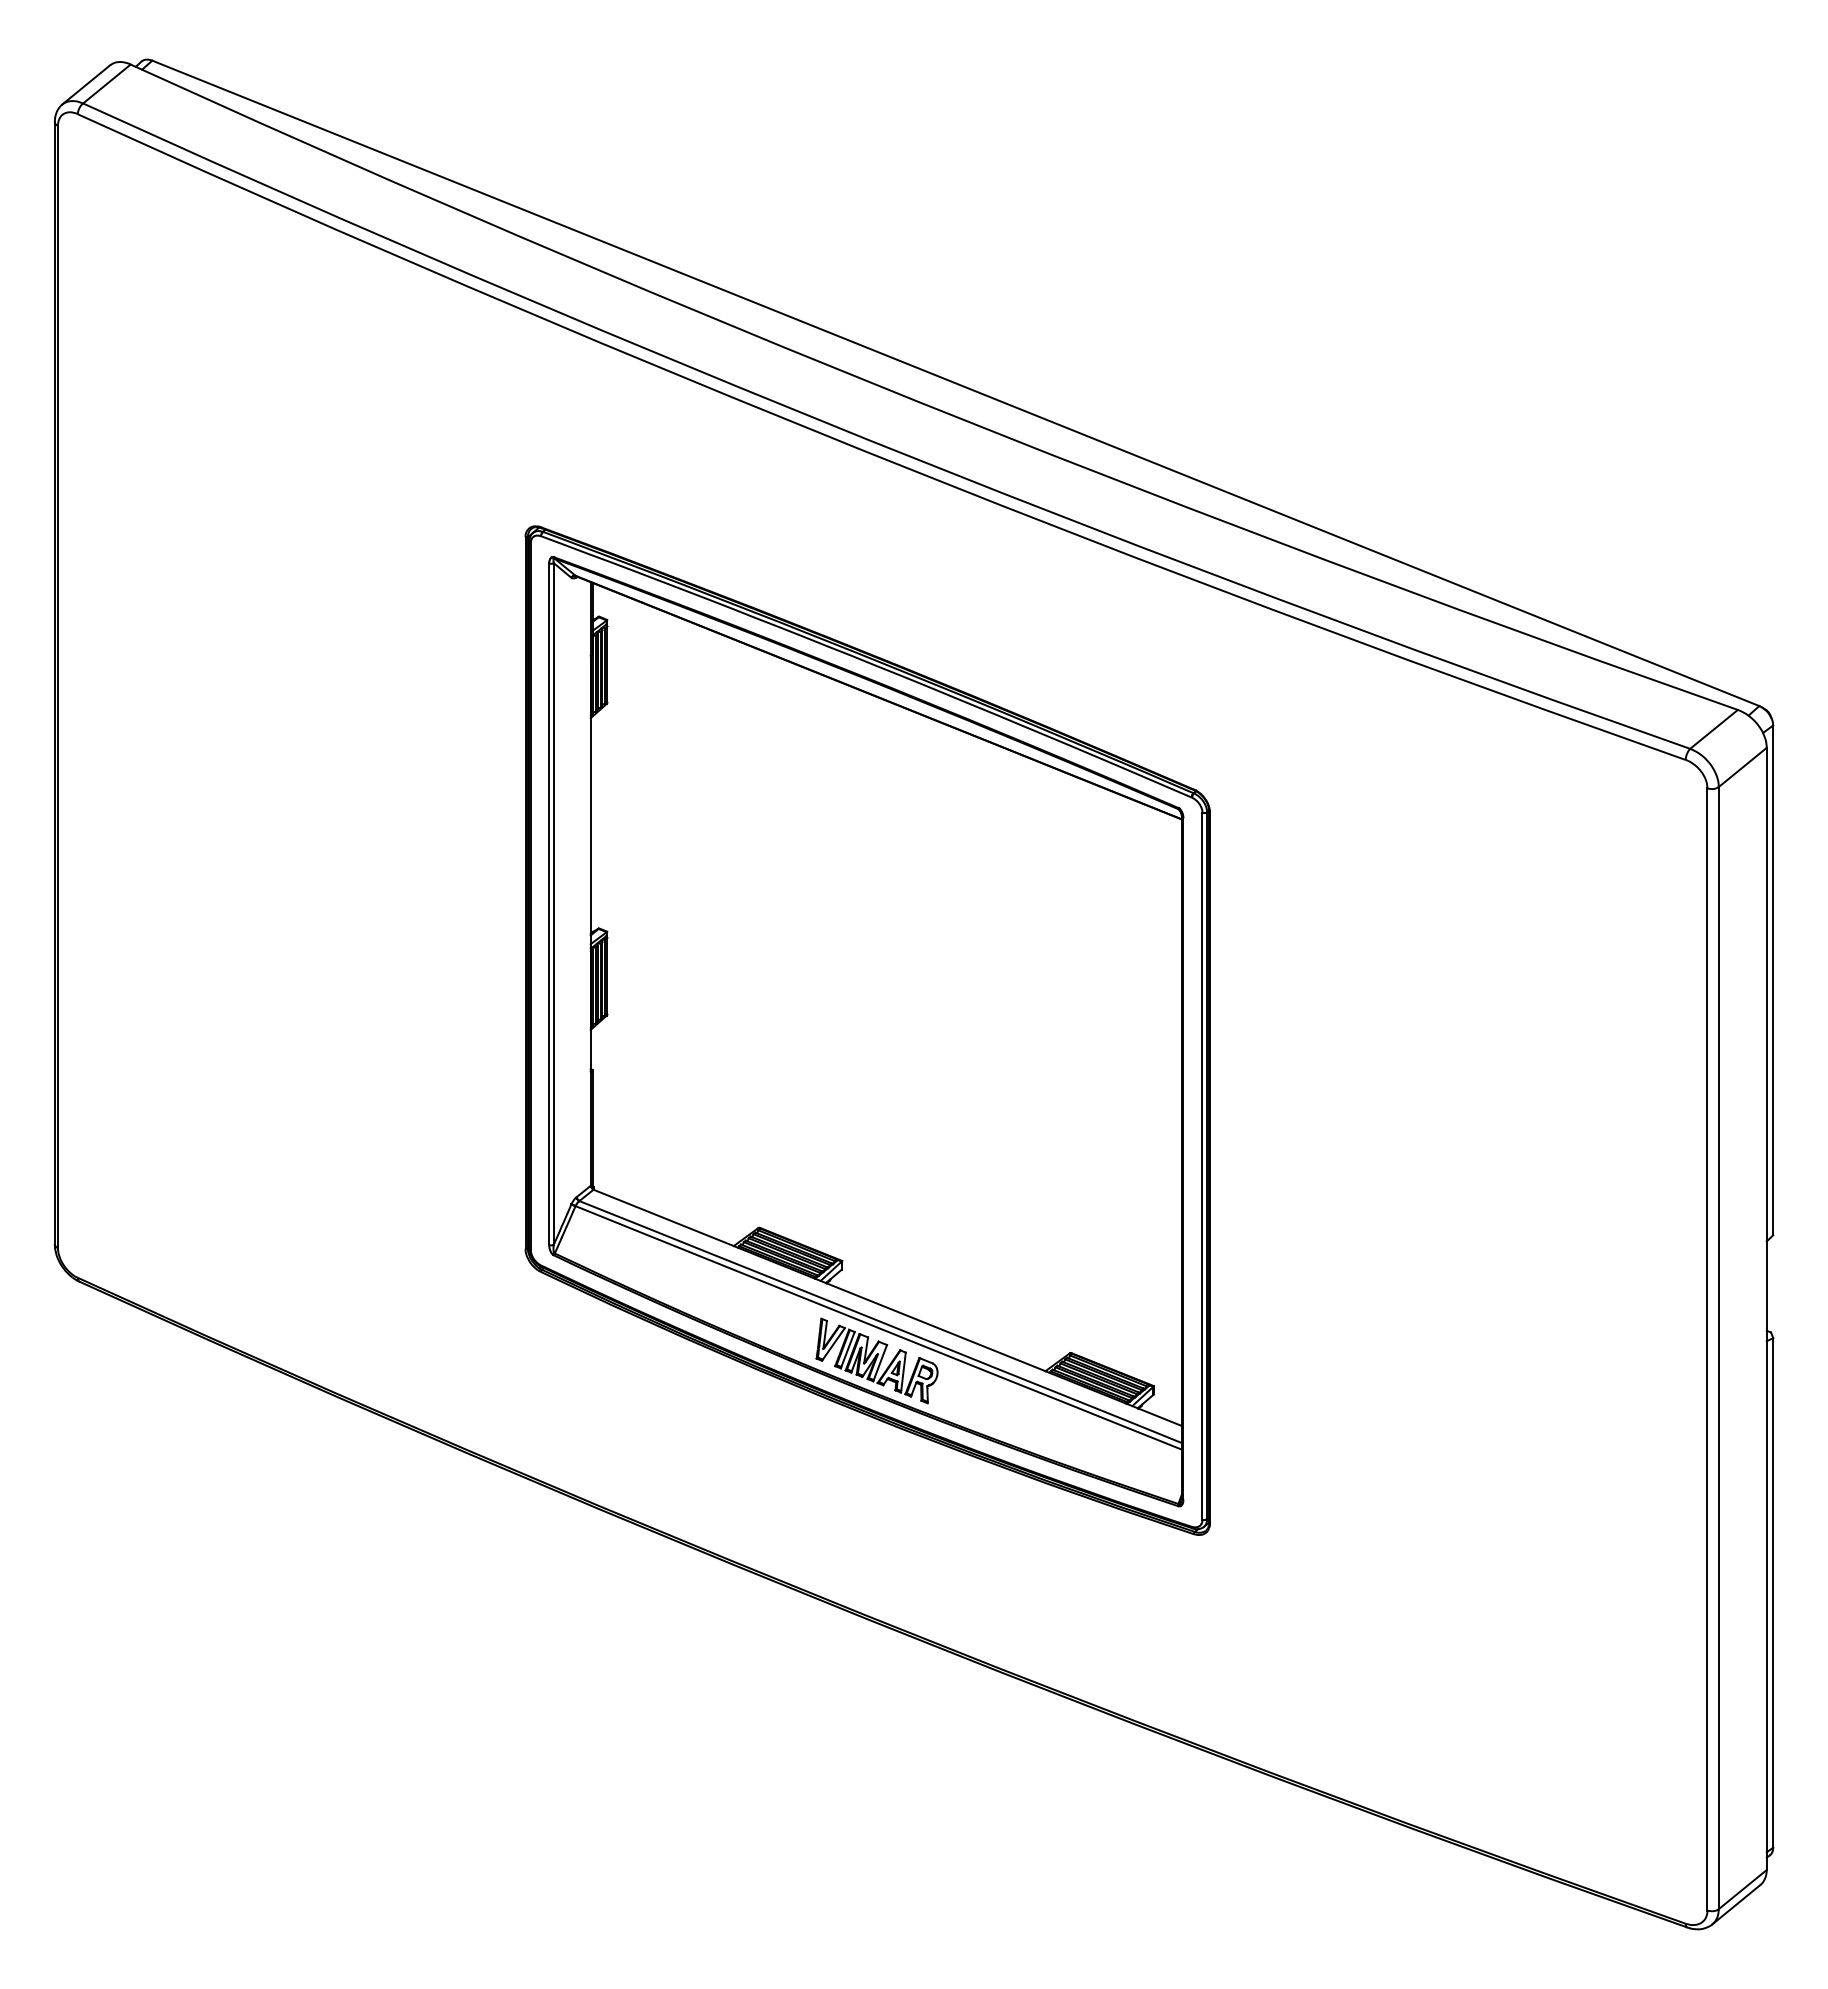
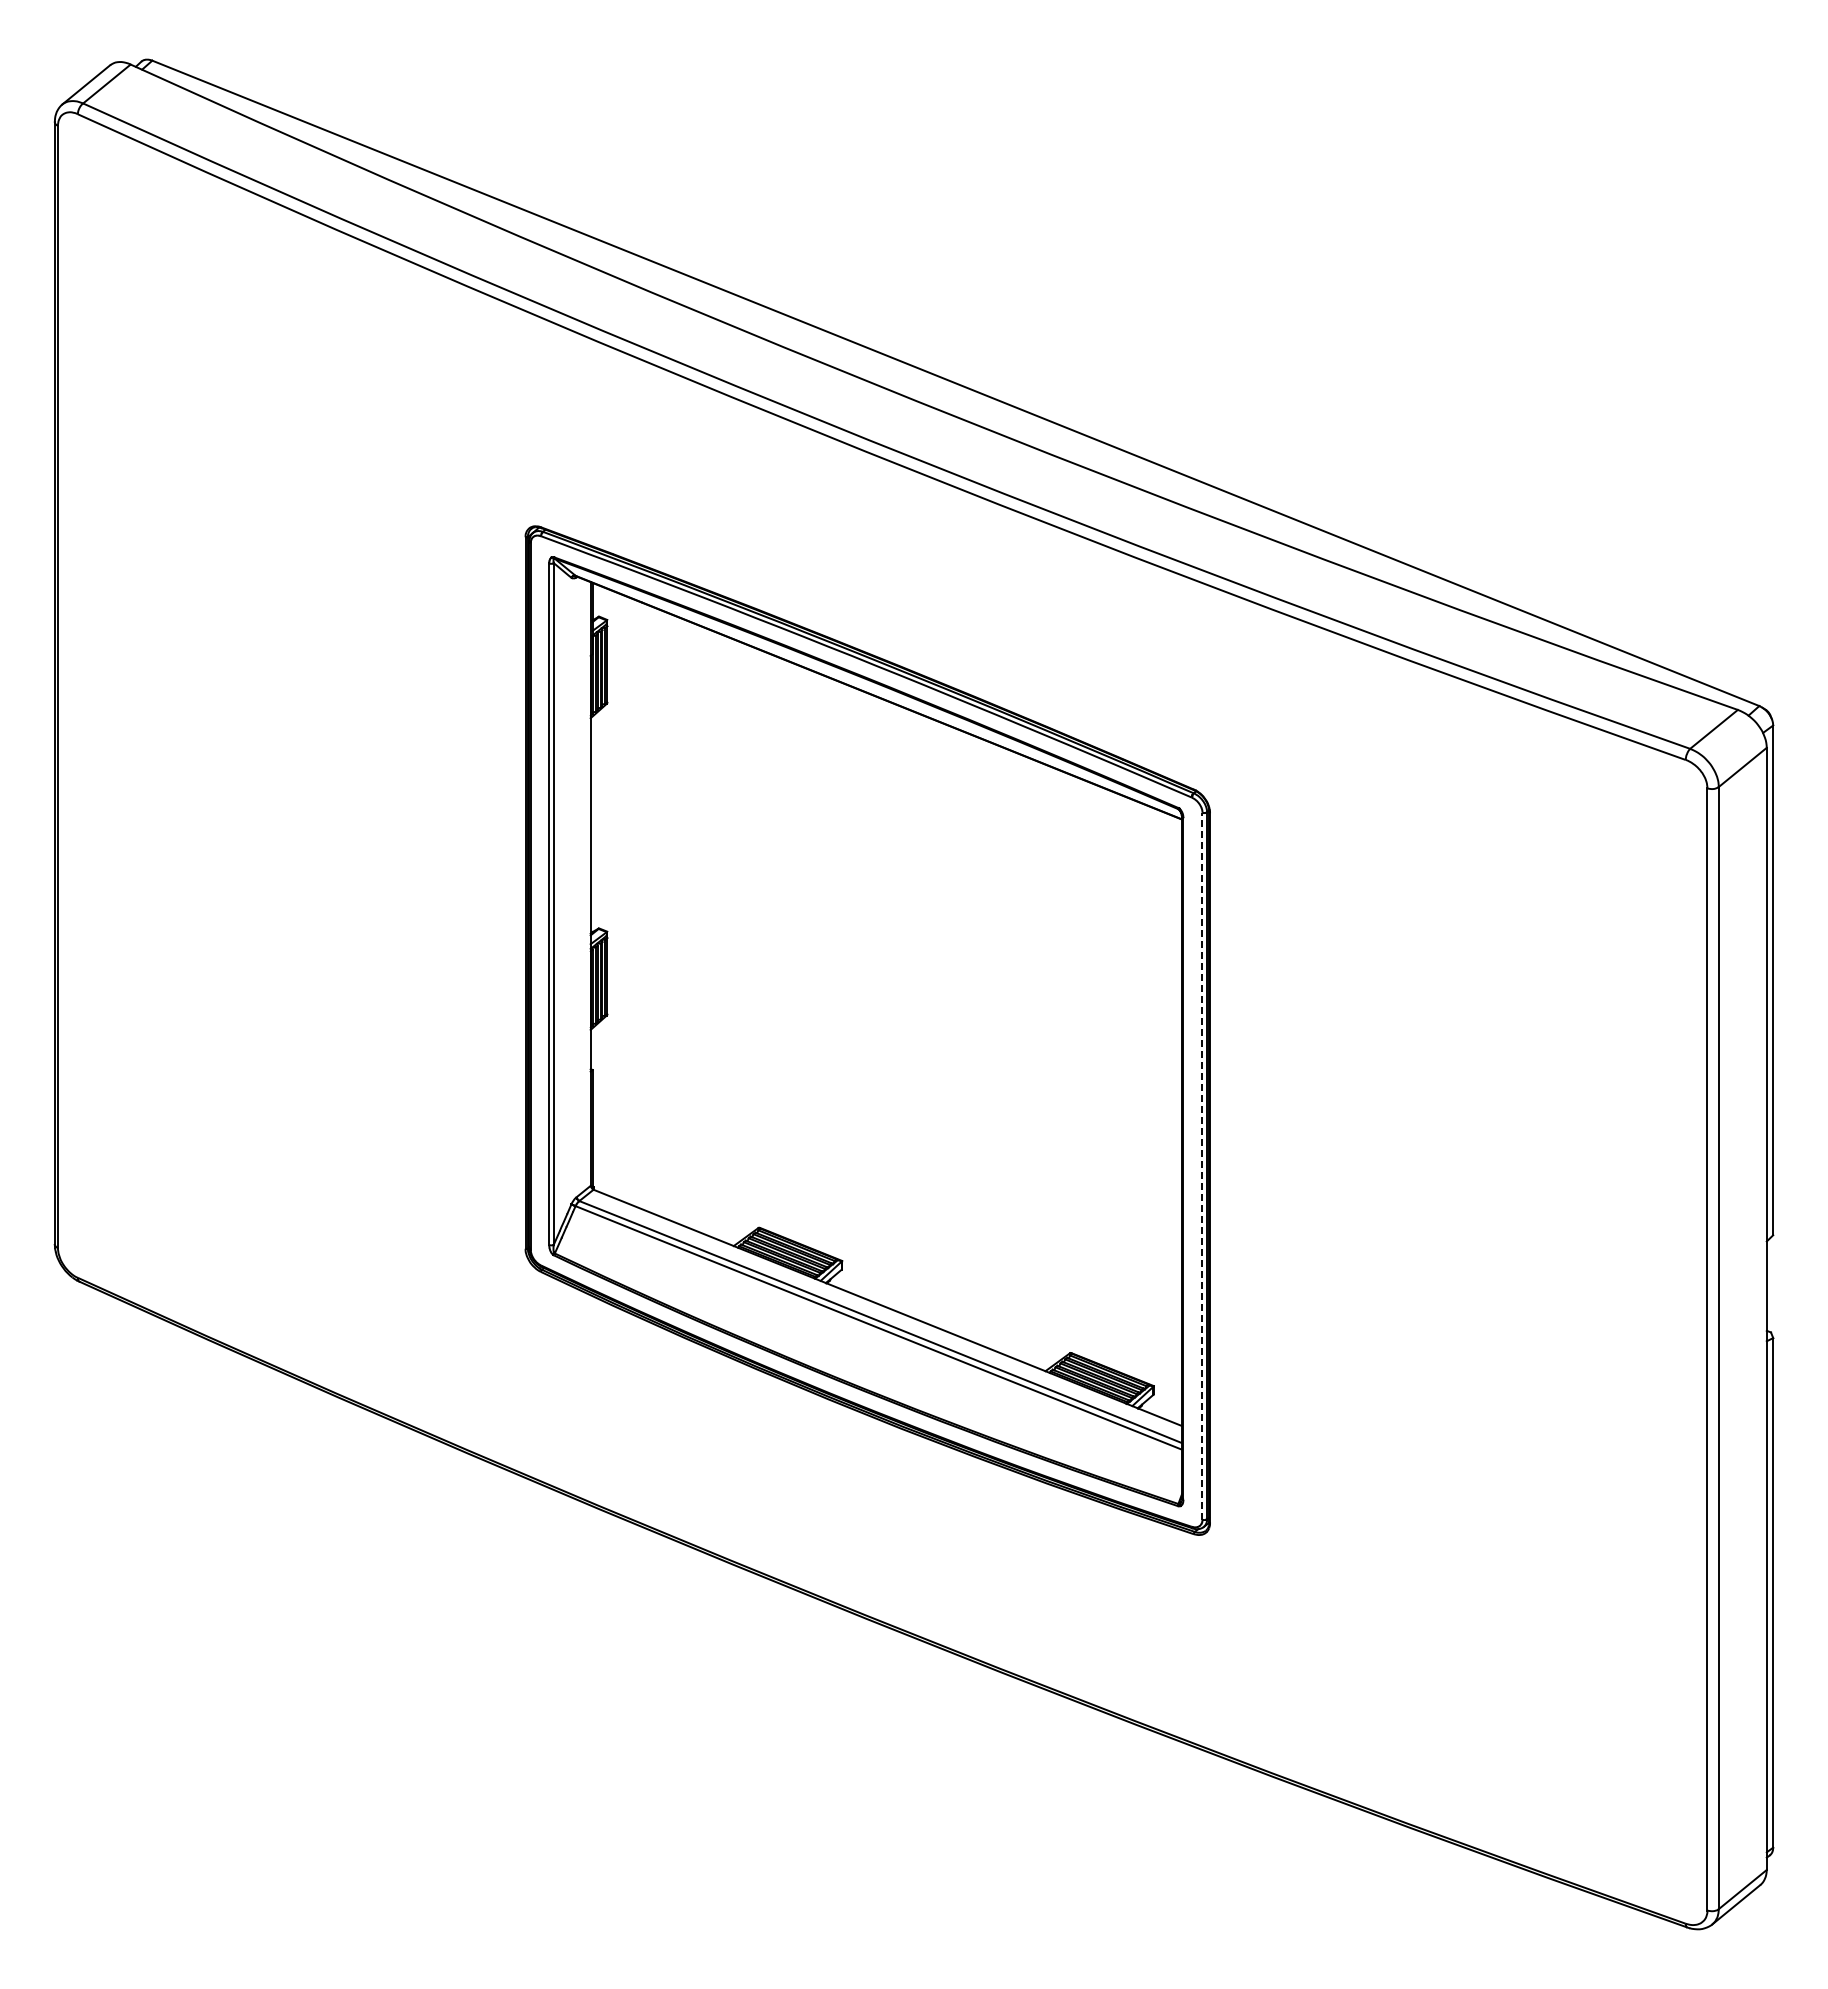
line at (1202, 1166): solid -> dashed
part at (876, 1360): present -> none
